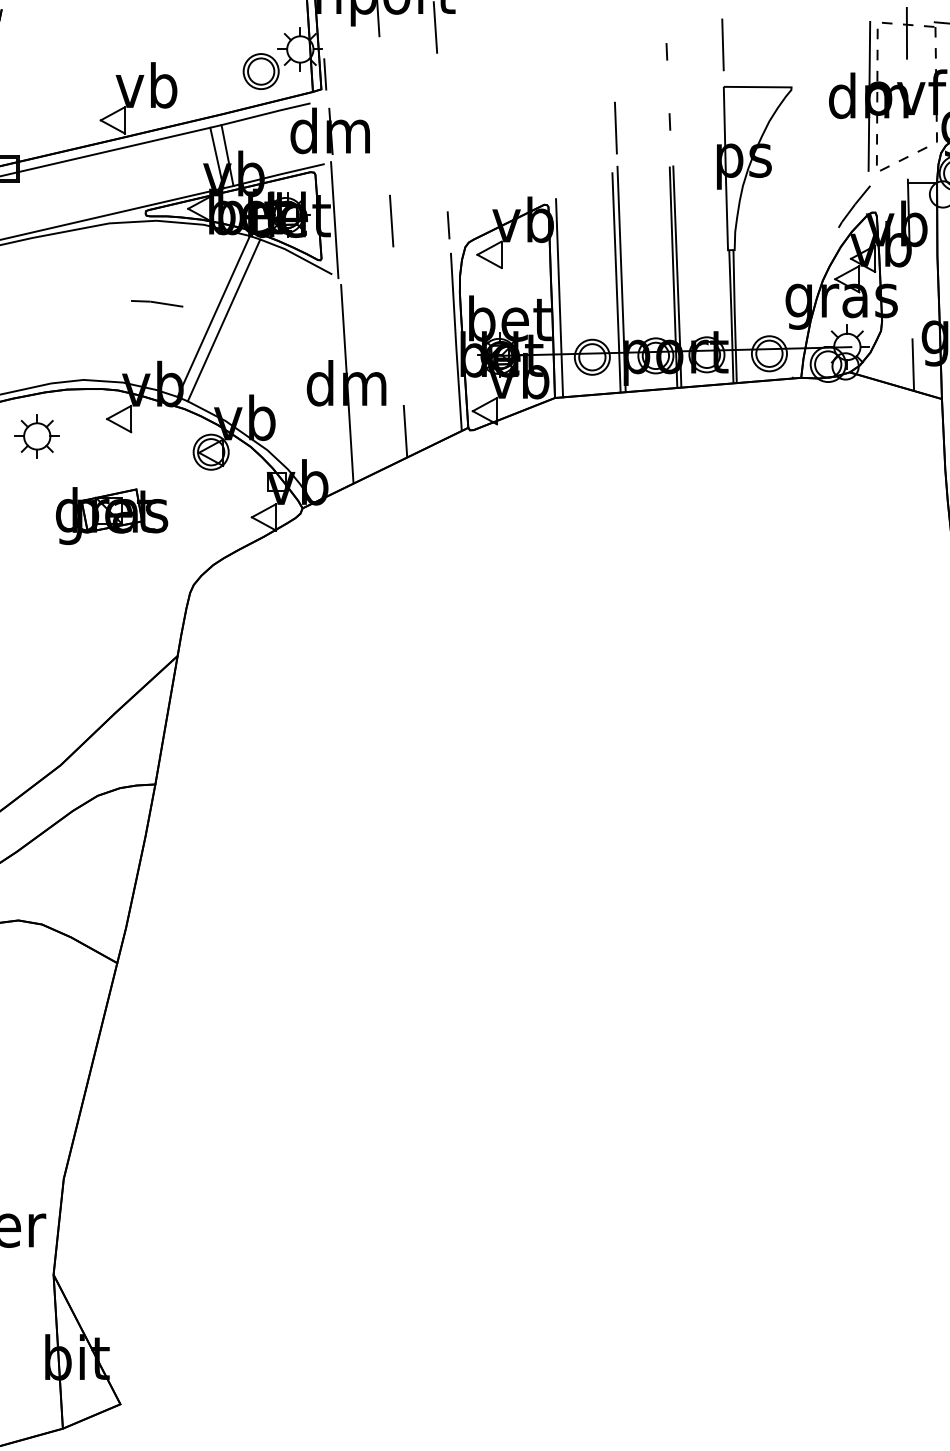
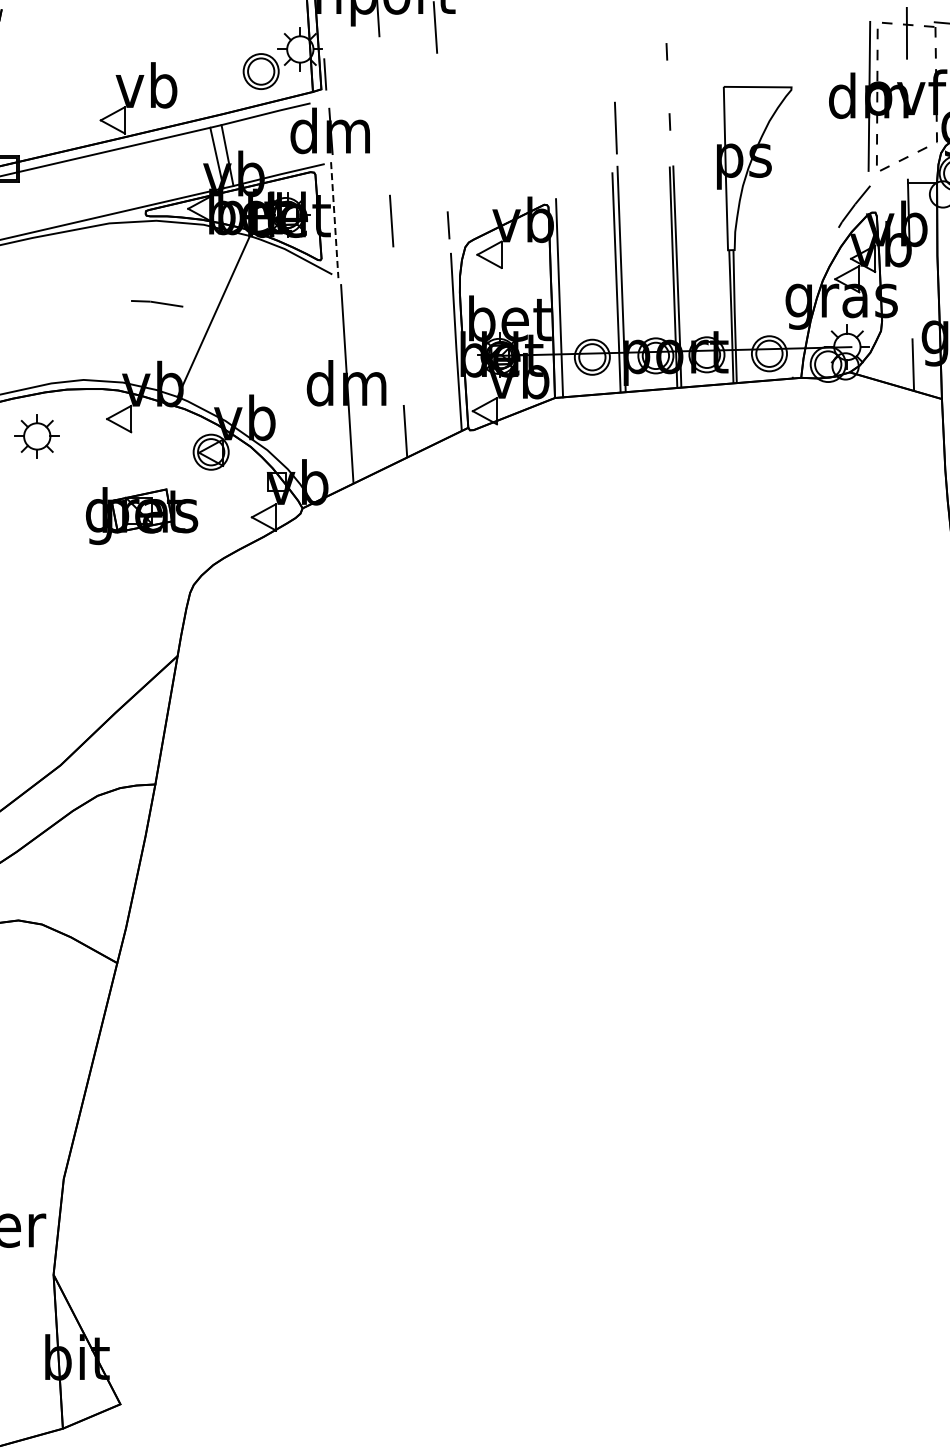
line at (722, 44): present -> none
line at (334, 220): solid -> dashed
line at (223, 320): present -> none
part at (111, 516) position: (111, 516) -> (141, 516)
